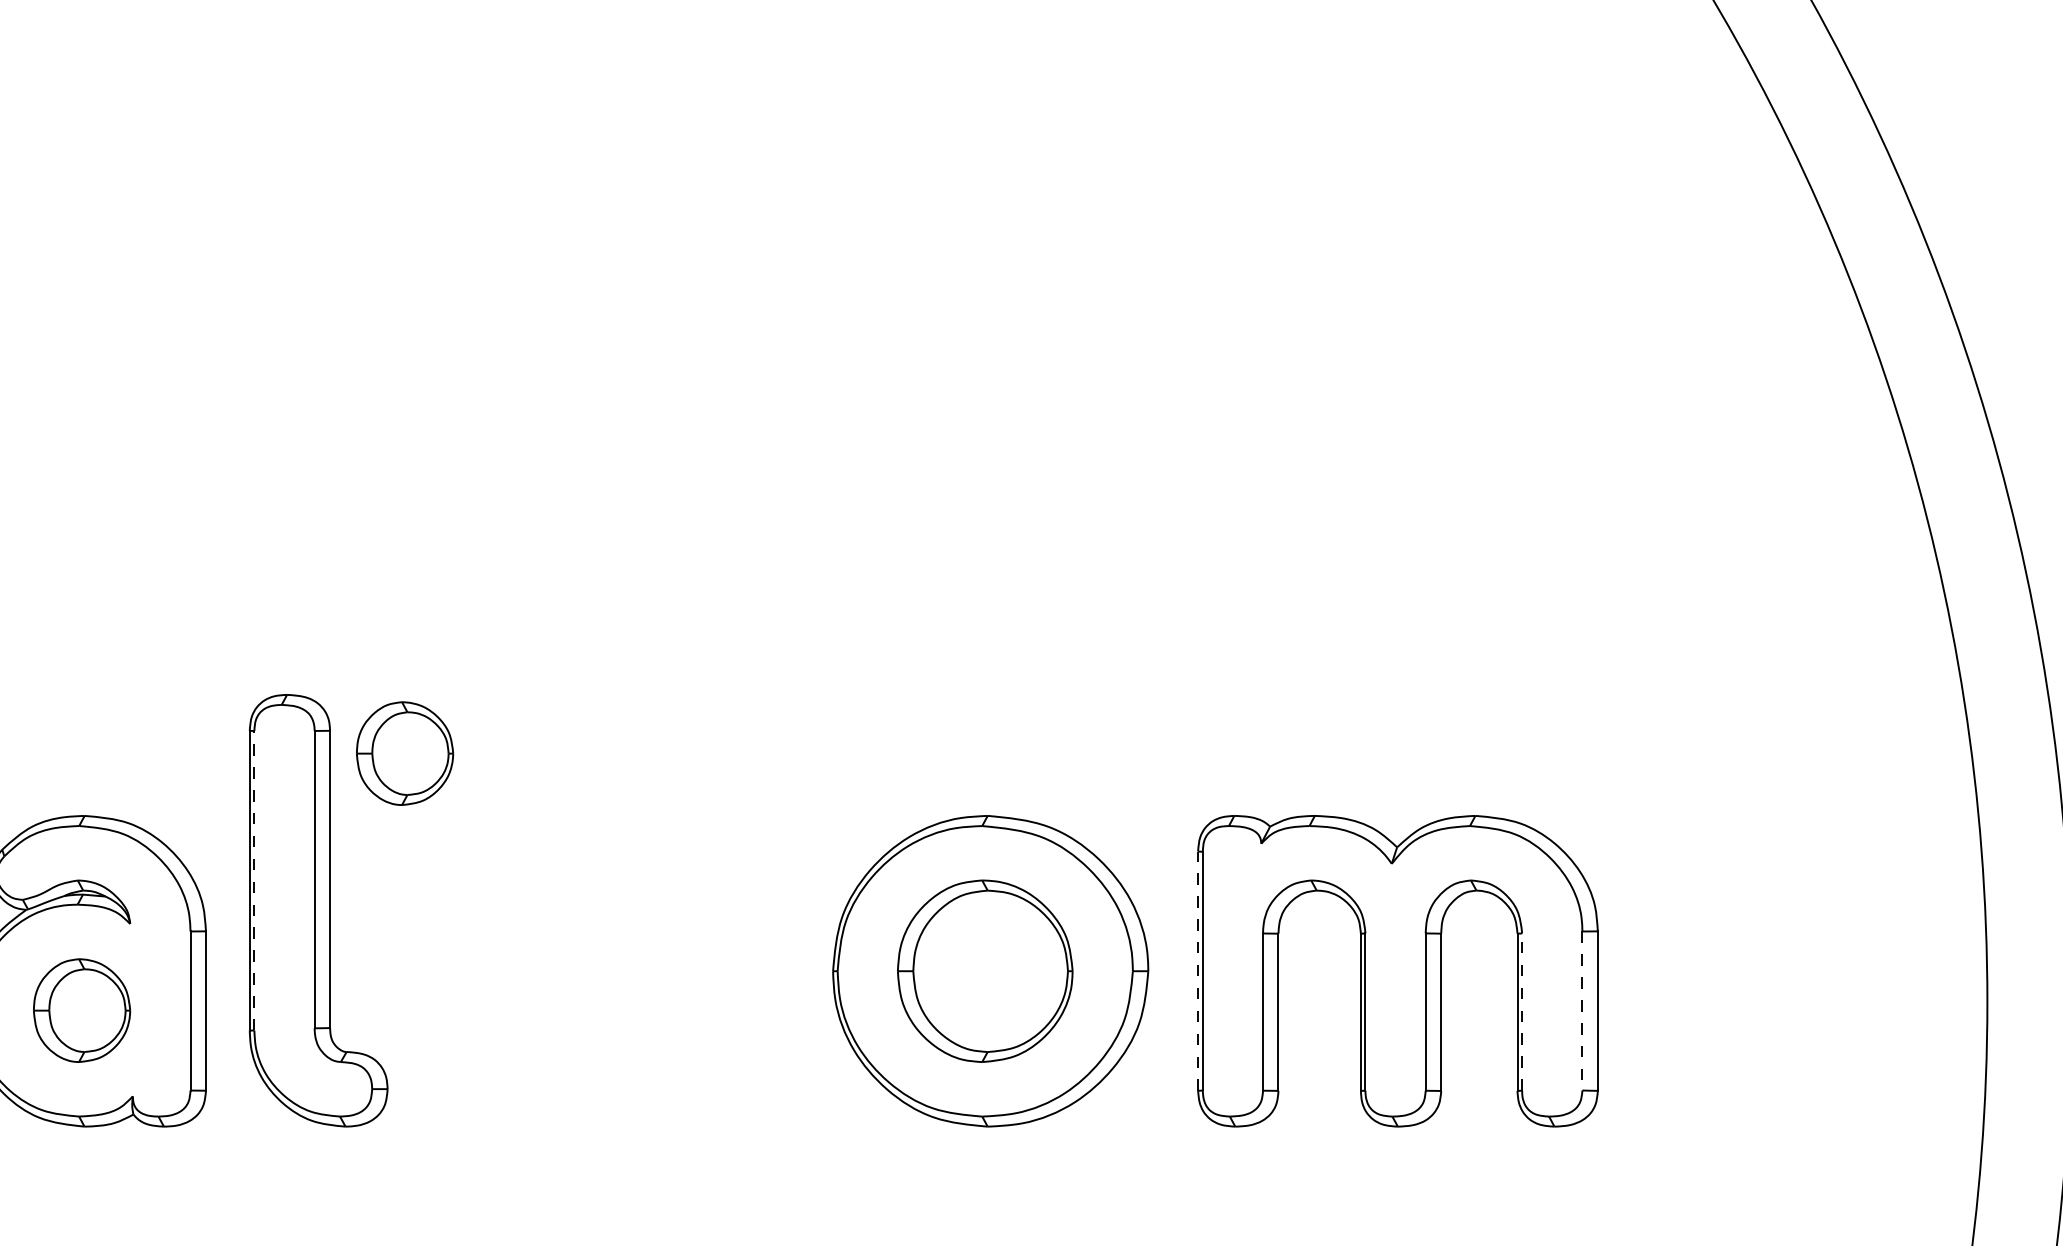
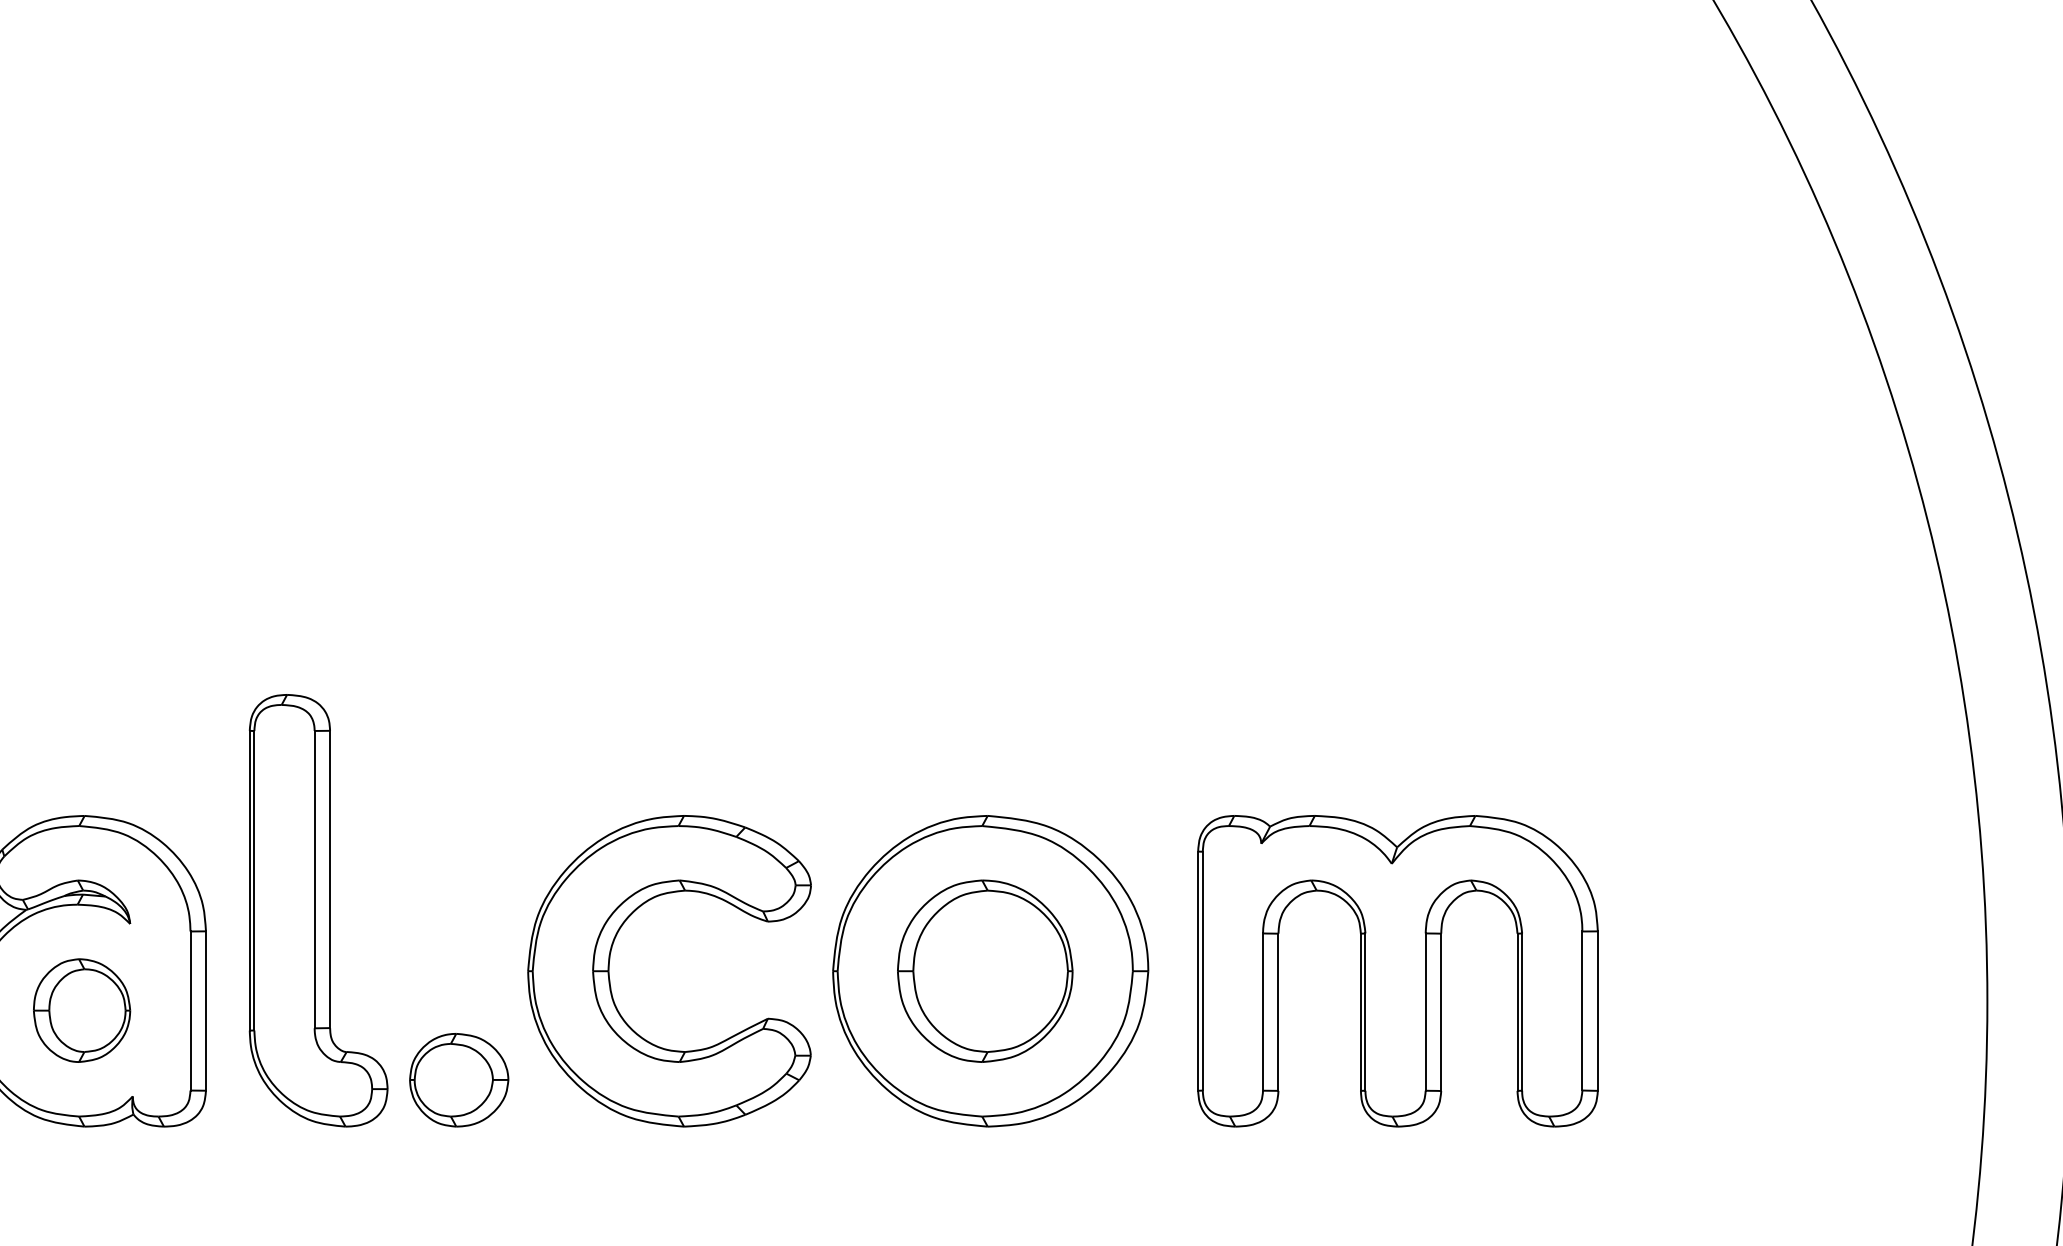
part at (405, 753): present -> none
line at (254, 880): dashed -> solid
line at (1198, 971): dashed -> solid
part at (610, 979): none -> present
line at (1582, 1011): dashed -> solid
line at (1522, 1012): dashed -> solid
part at (459, 1080): none -> present
